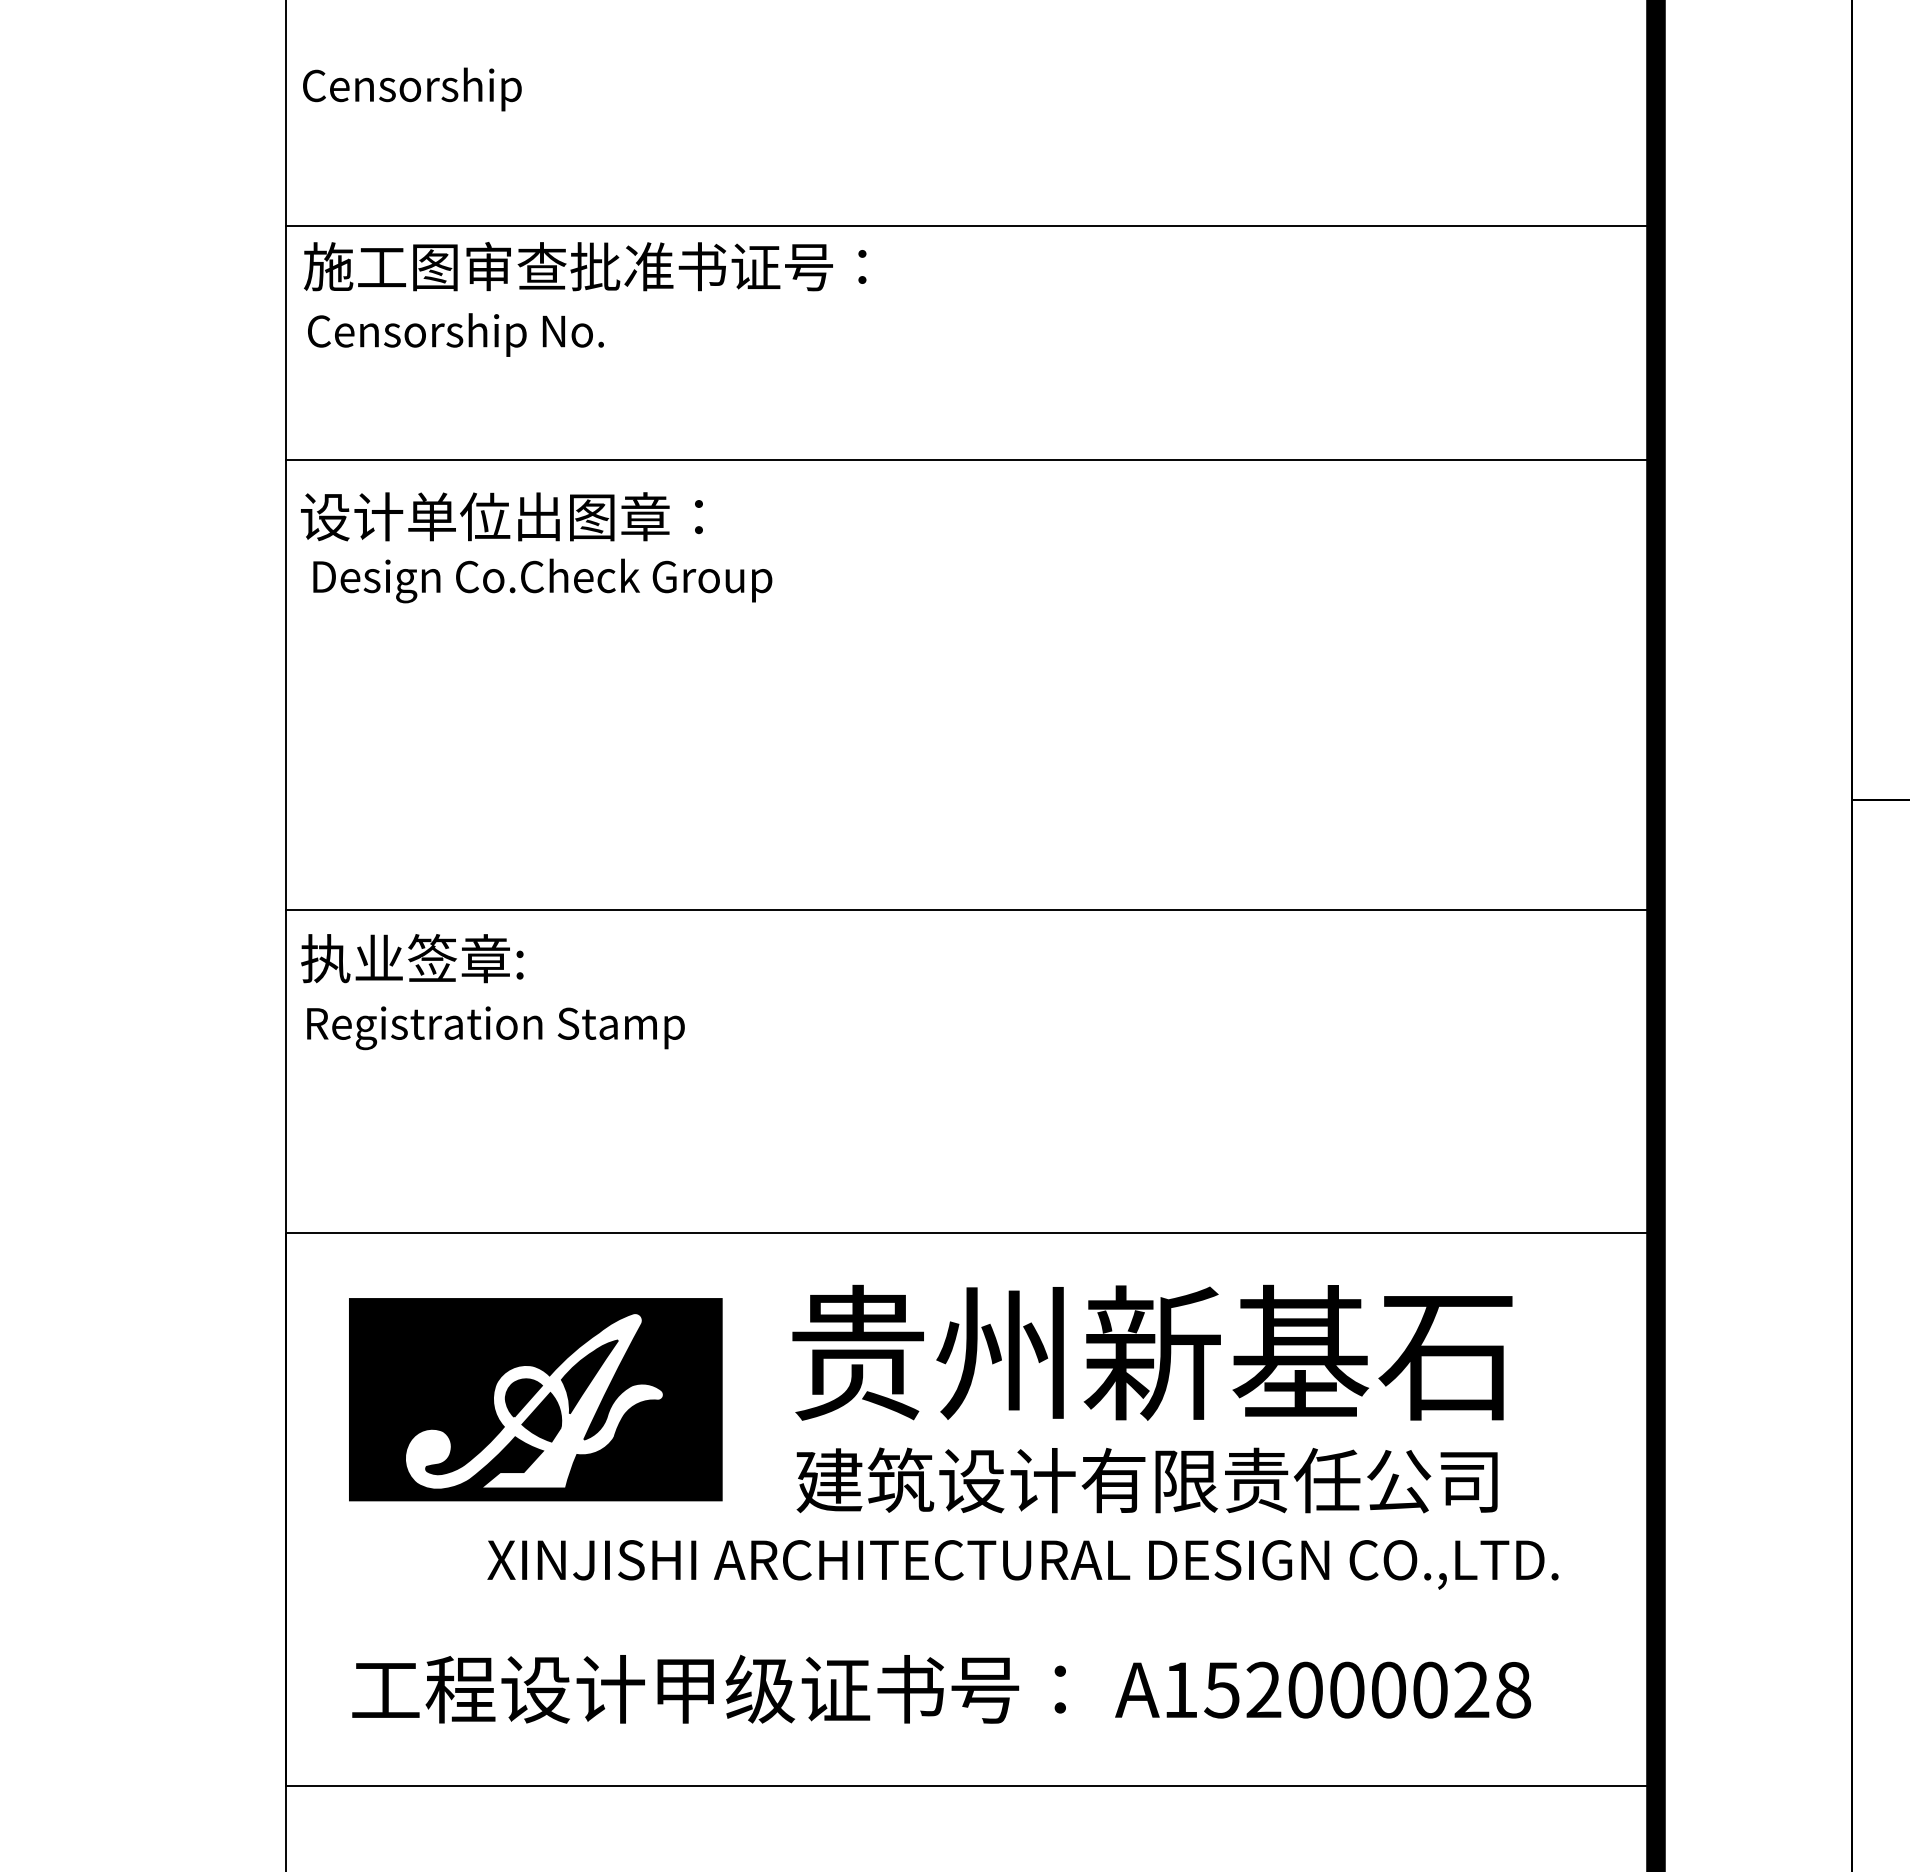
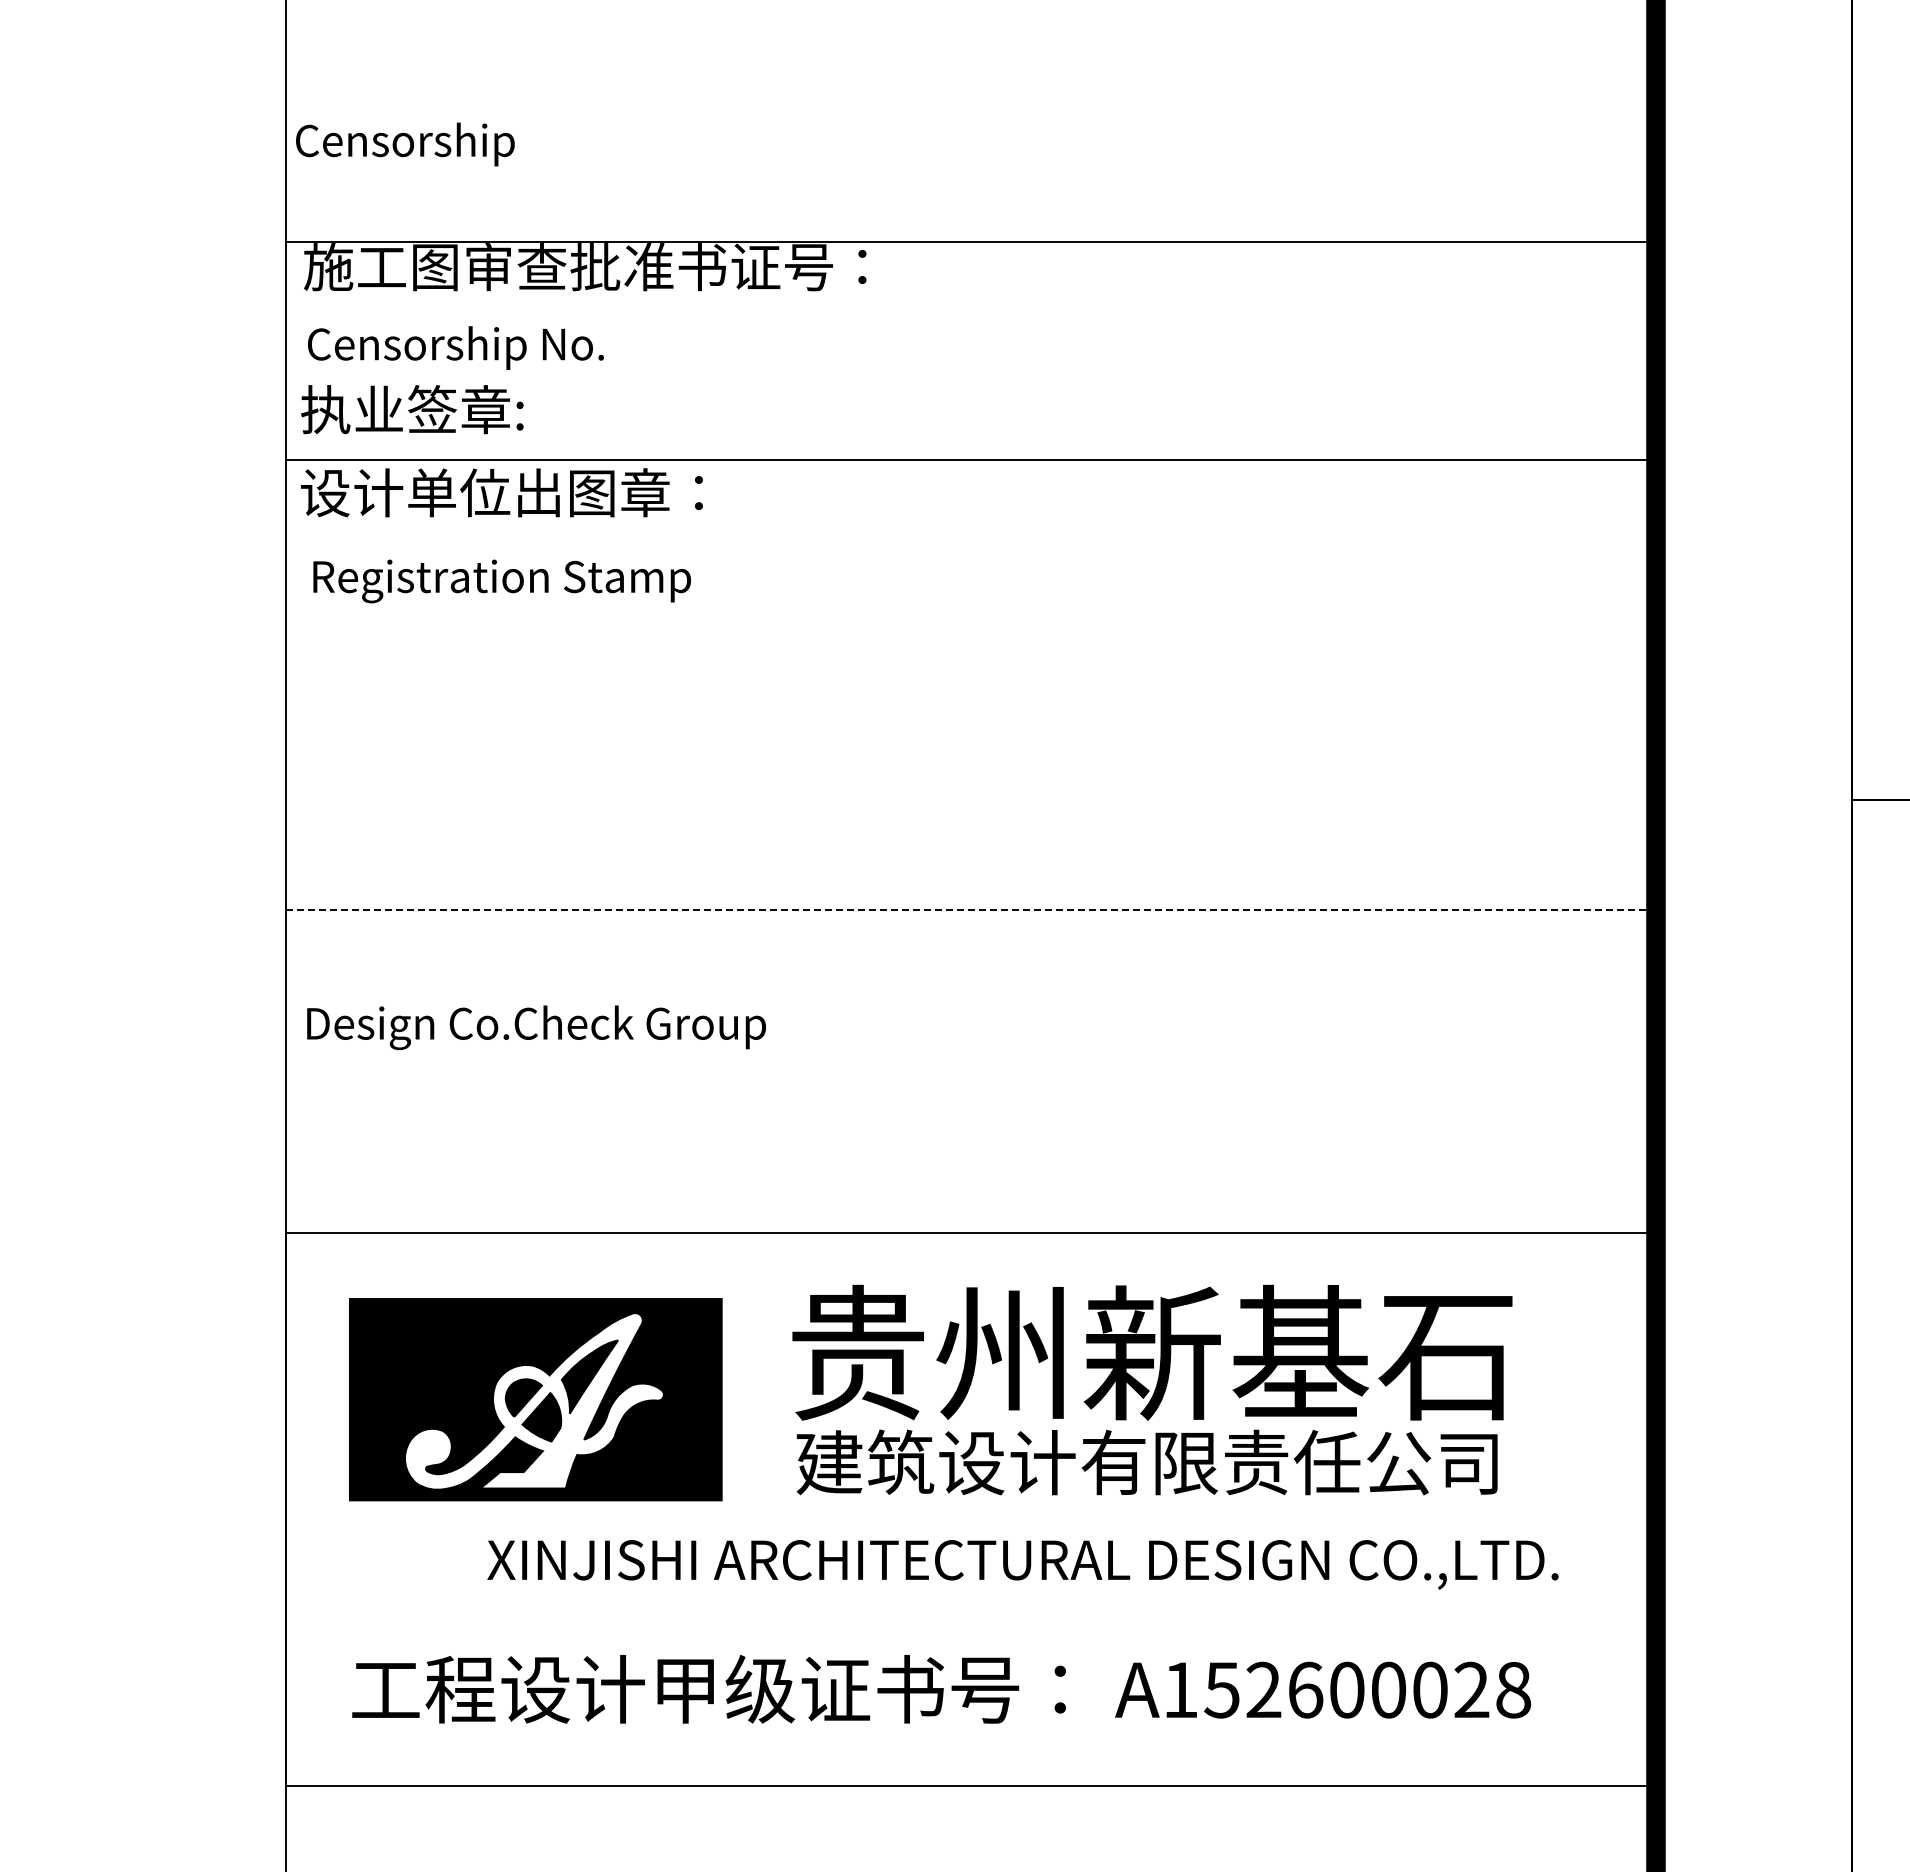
text at (412, 89) position: (412, 89) -> (405, 144)
line at (970, 225) position: (970, 225) -> (970, 241)
text at (455, 334) position: (455, 334) -> (455, 347)
text at (501, 516) position: (501, 516) -> (501, 492)
text at (544, 580): Design Co.Check Group -> Registration Stamp
line at (971, 910): solid -> dashed
text at (412, 958) position: (412, 958) -> (412, 409)
text at (538, 1027): Registration Stamp -> Design Co.Check Group
text at (1146, 1480) position: (1146, 1480) -> (1146, 1462)
text at (1305, 1689): A152000028 -> A152600028
